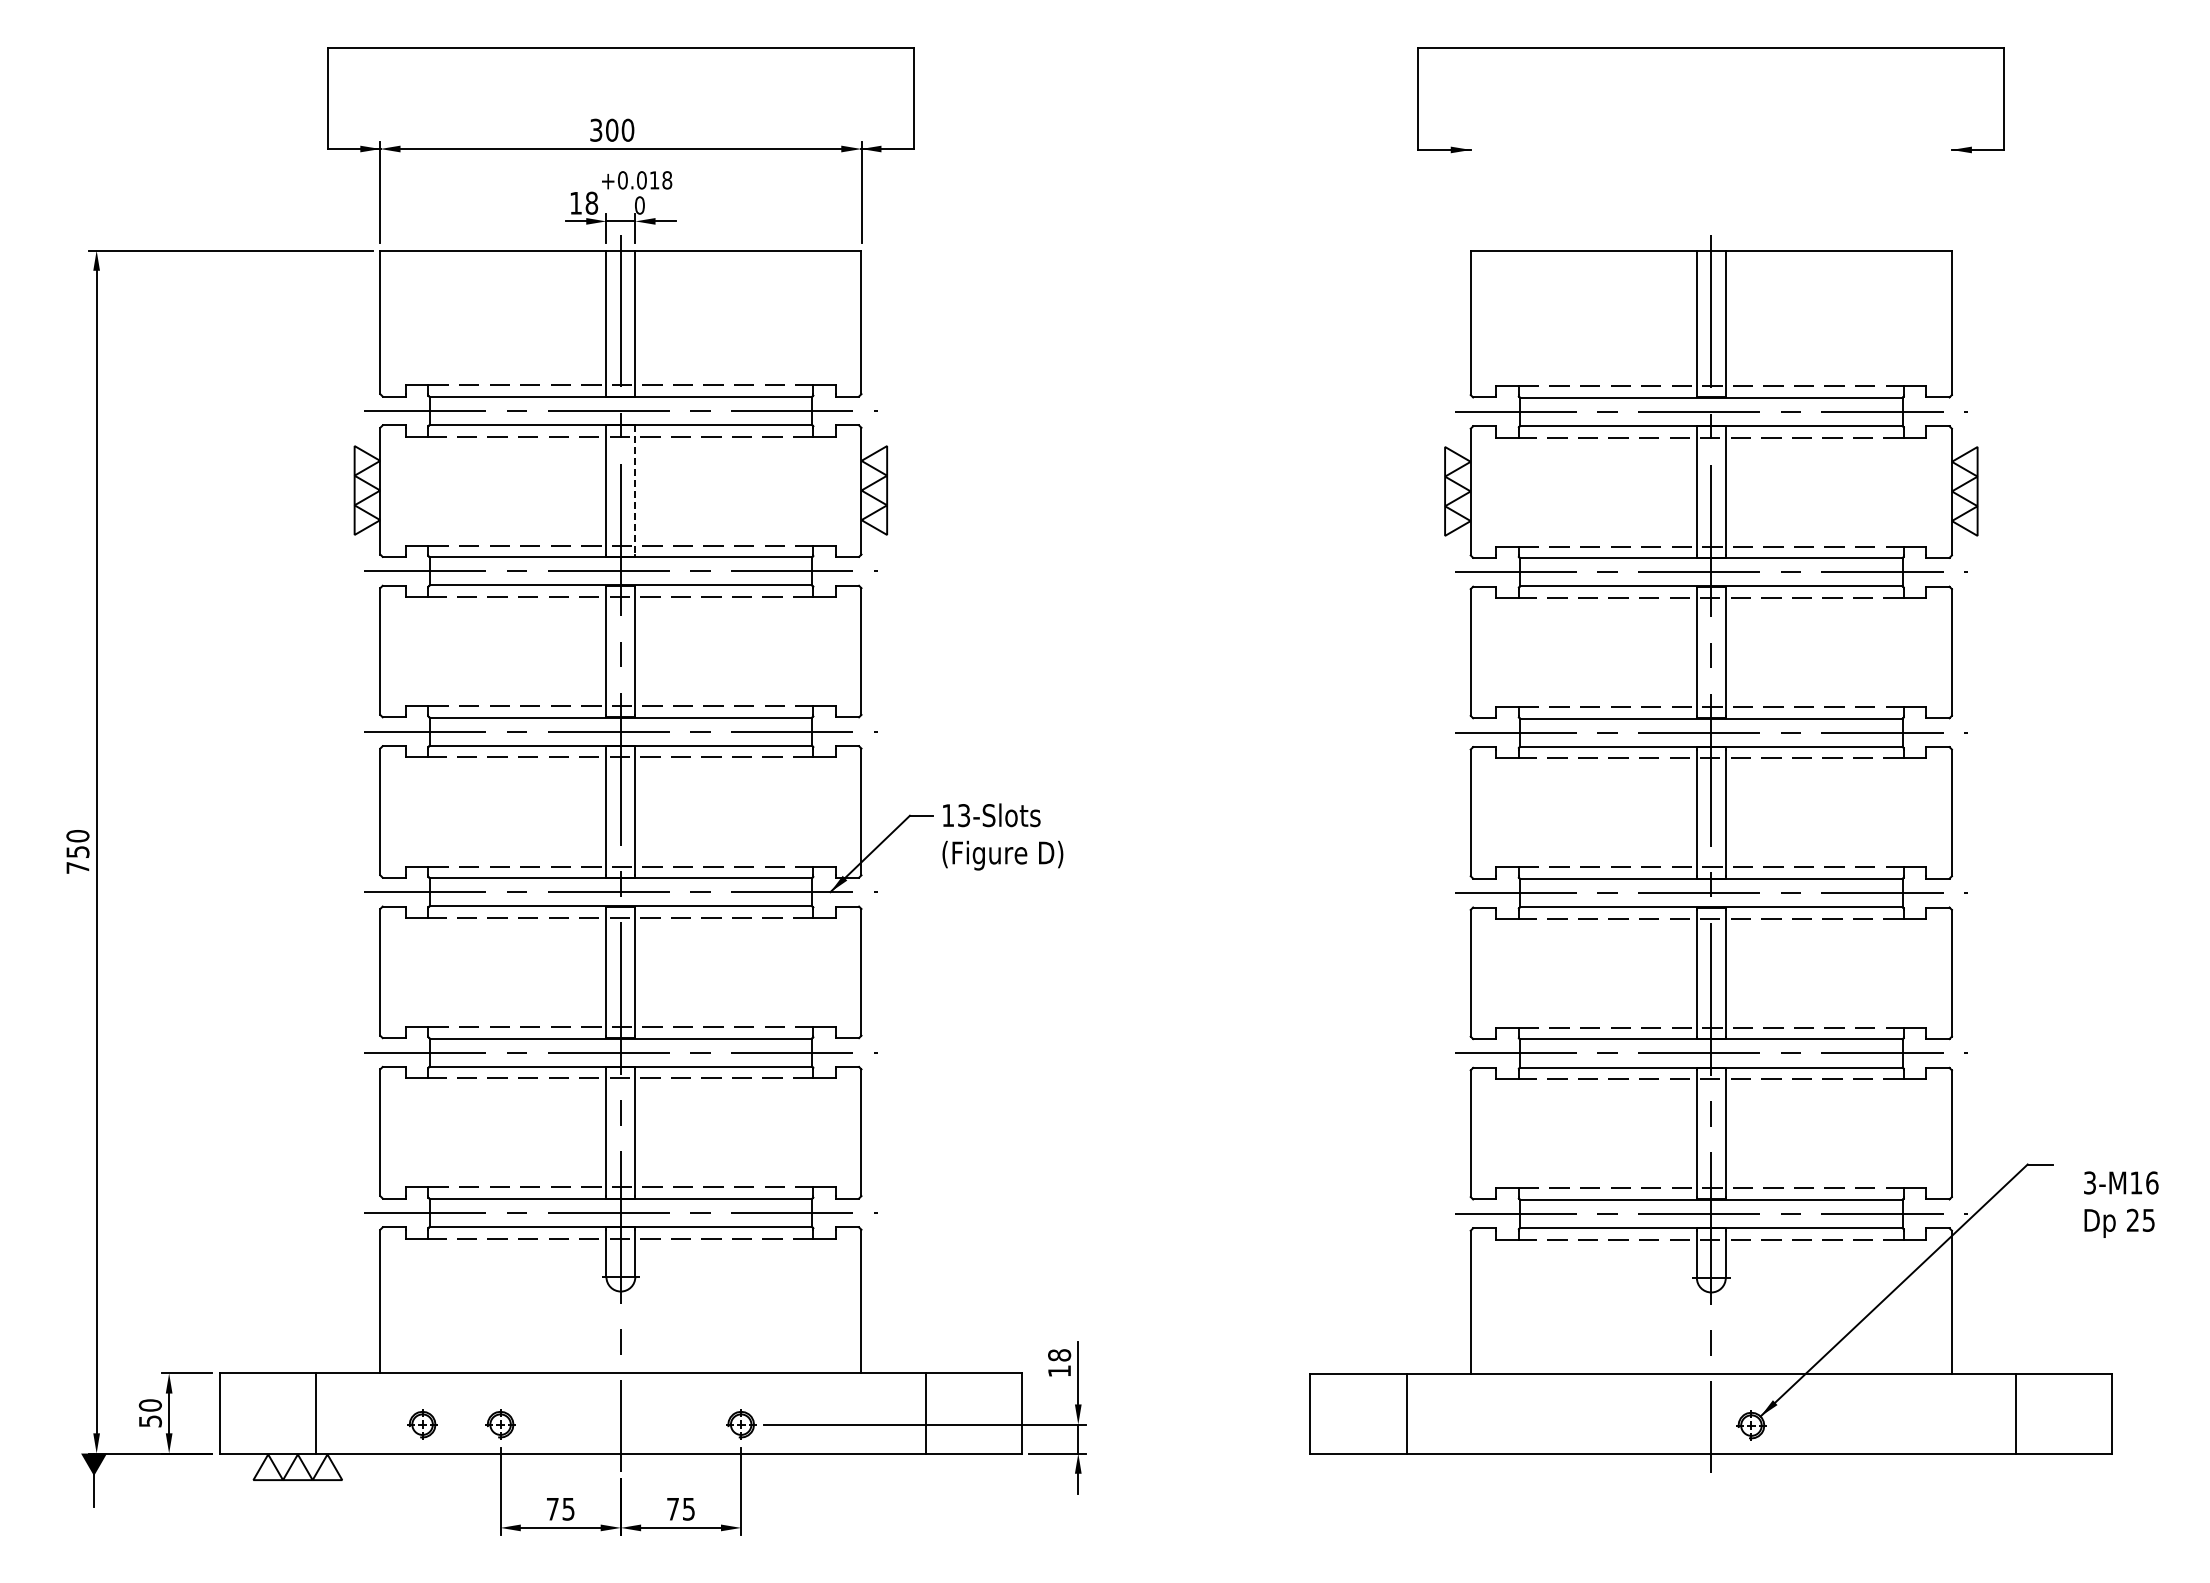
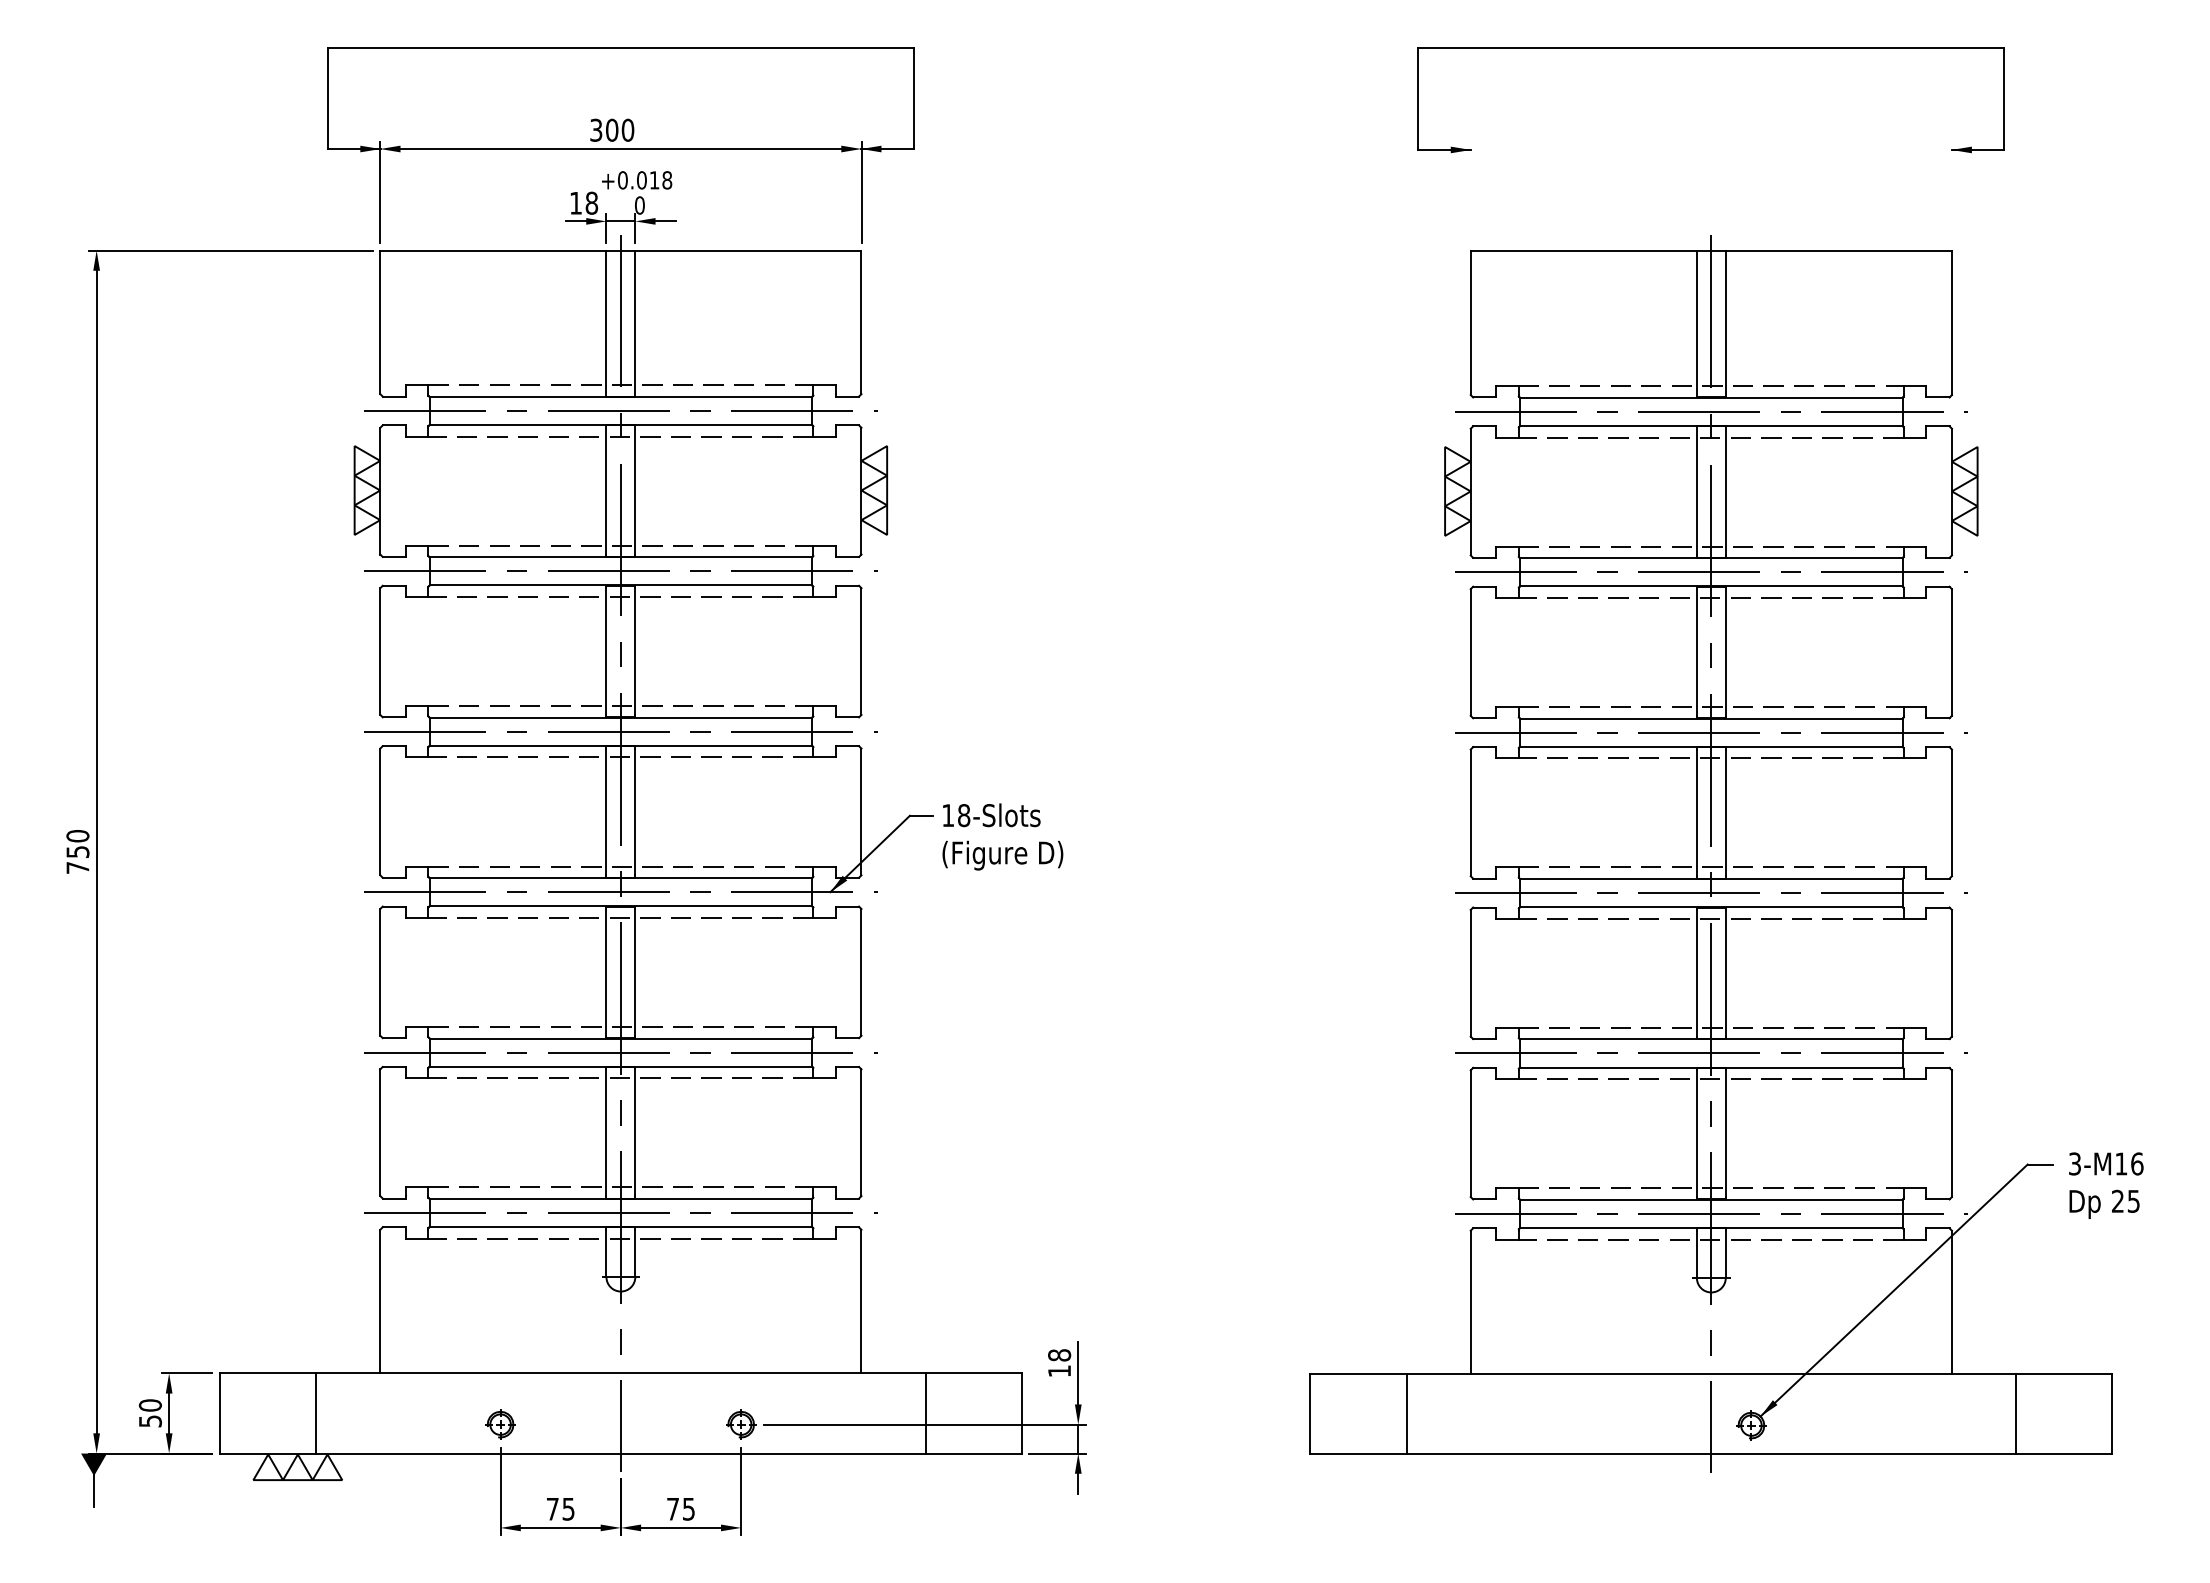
line at (635, 489): dashed -> solid
text at (964, 815): 13-Slots -> 18-Slots
text at (2121, 1204) position: (2121, 1204) -> (2106, 1185)
part at (422, 1424): present -> none
